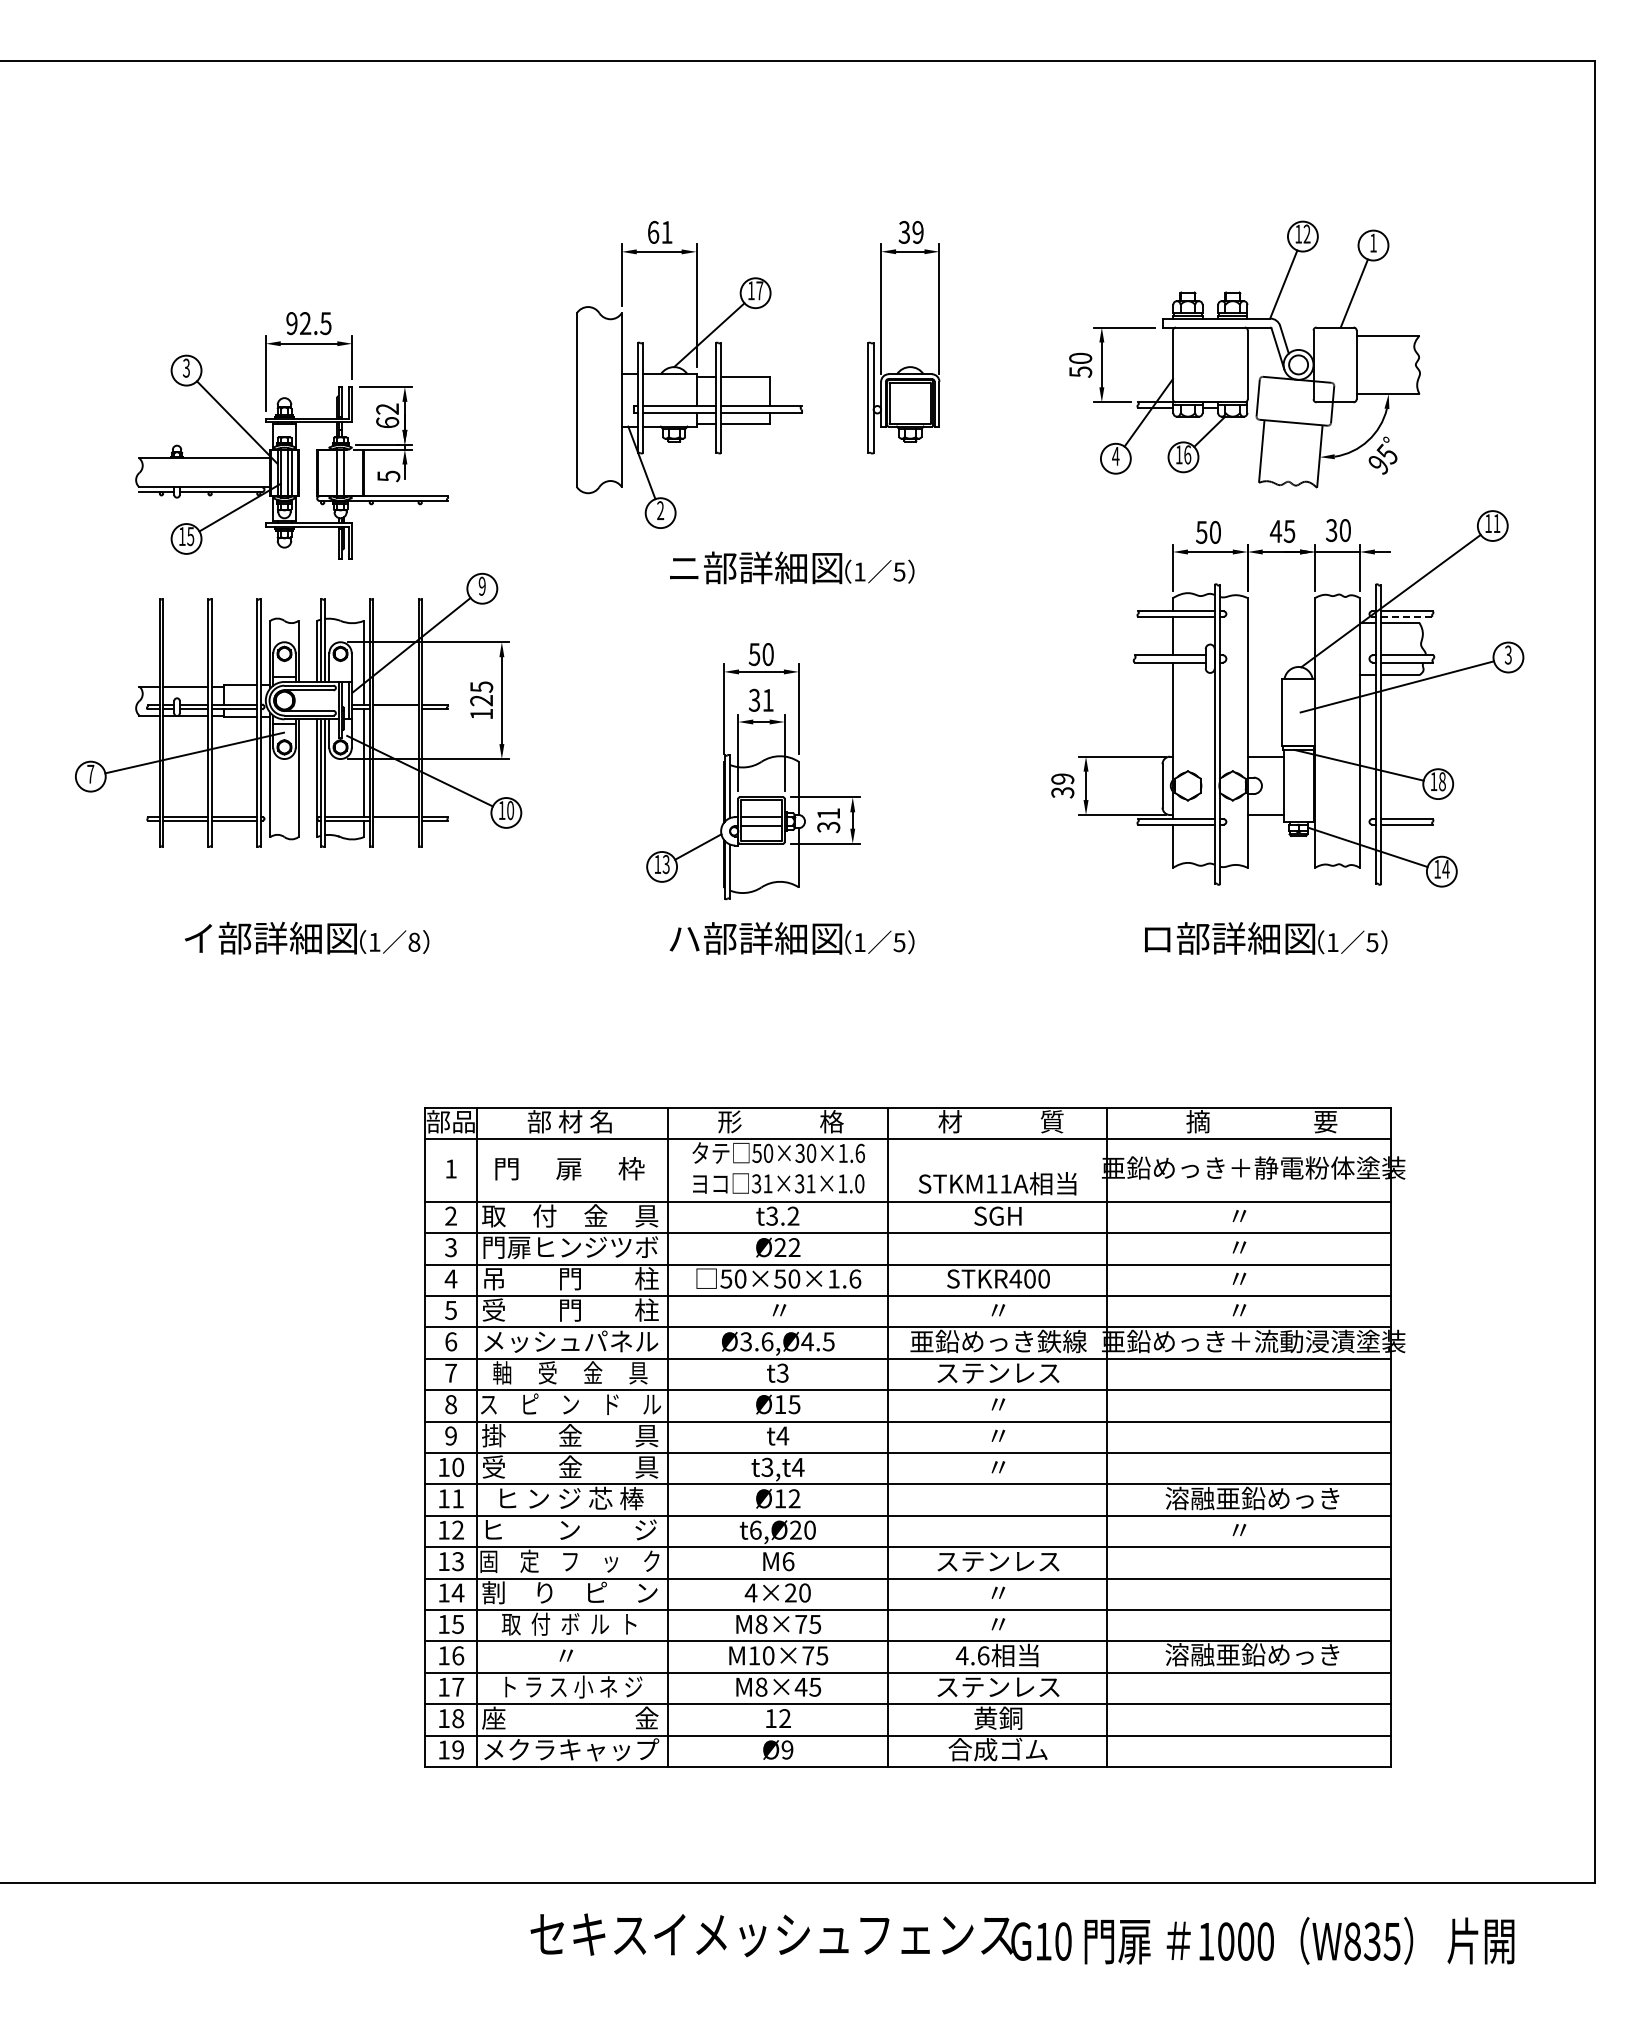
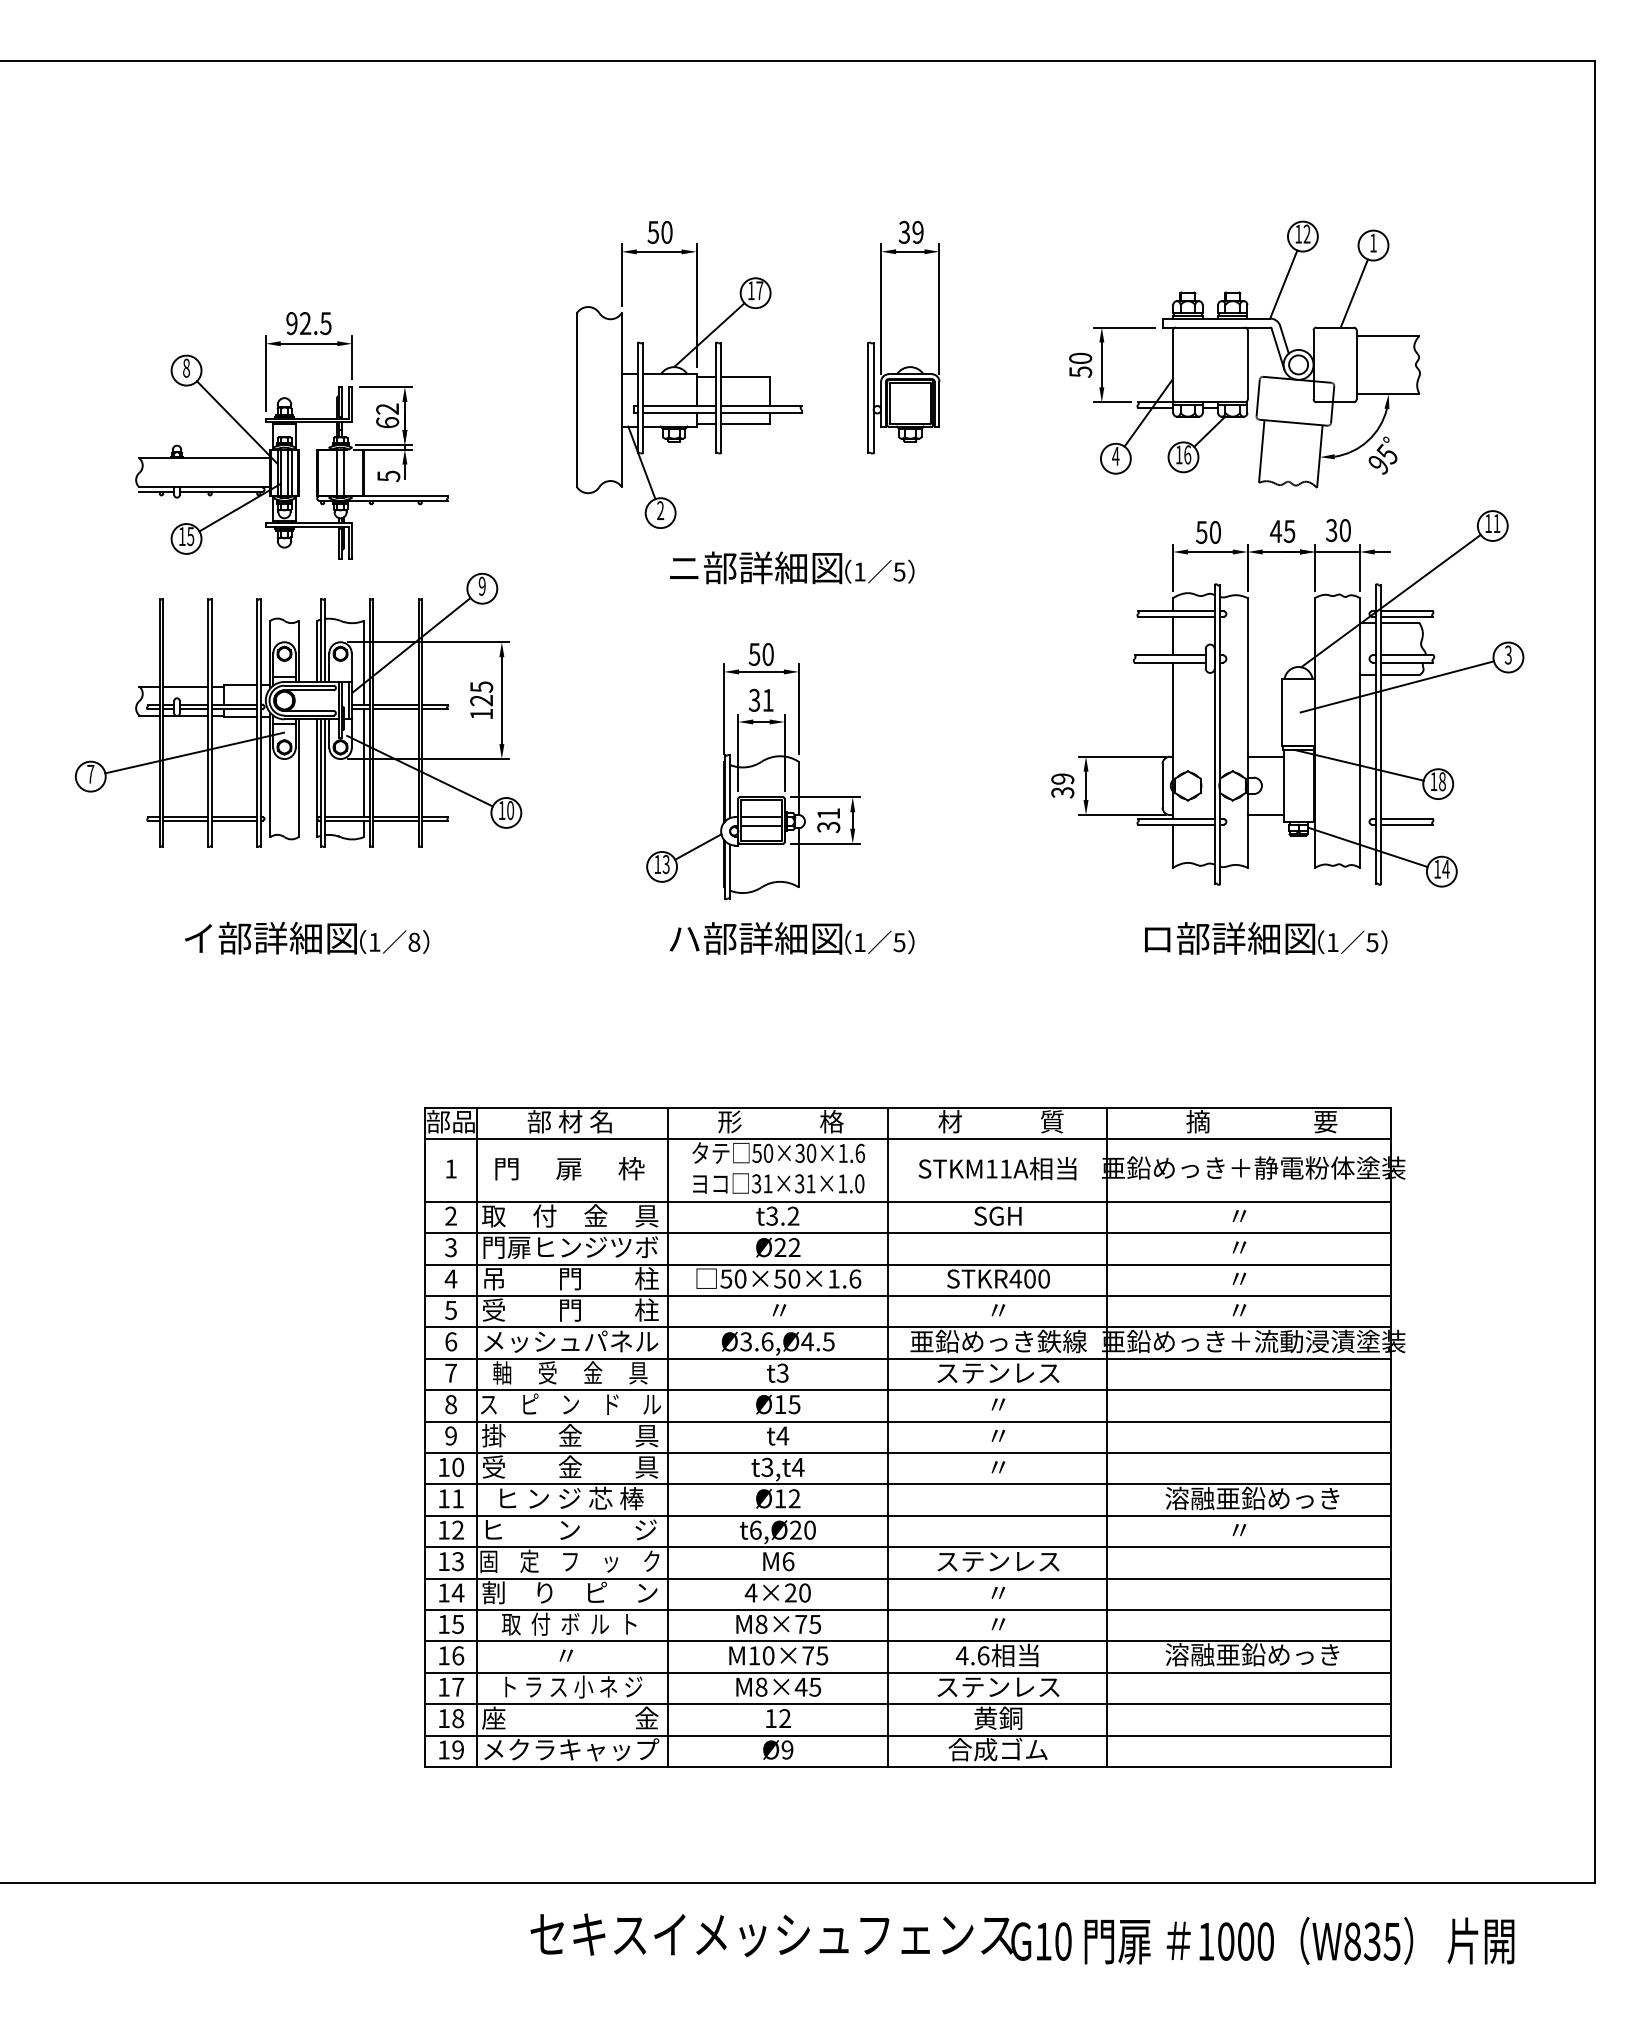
text at (659, 231): 61 -> 50
text at (186, 367): 3 -> 8
line at (1406, 616): dashed -> solid
line at (395, 709): none -> present
line at (395, 820): none -> present
text at (997, 1183) position: (997, 1183) -> (997, 1168)
